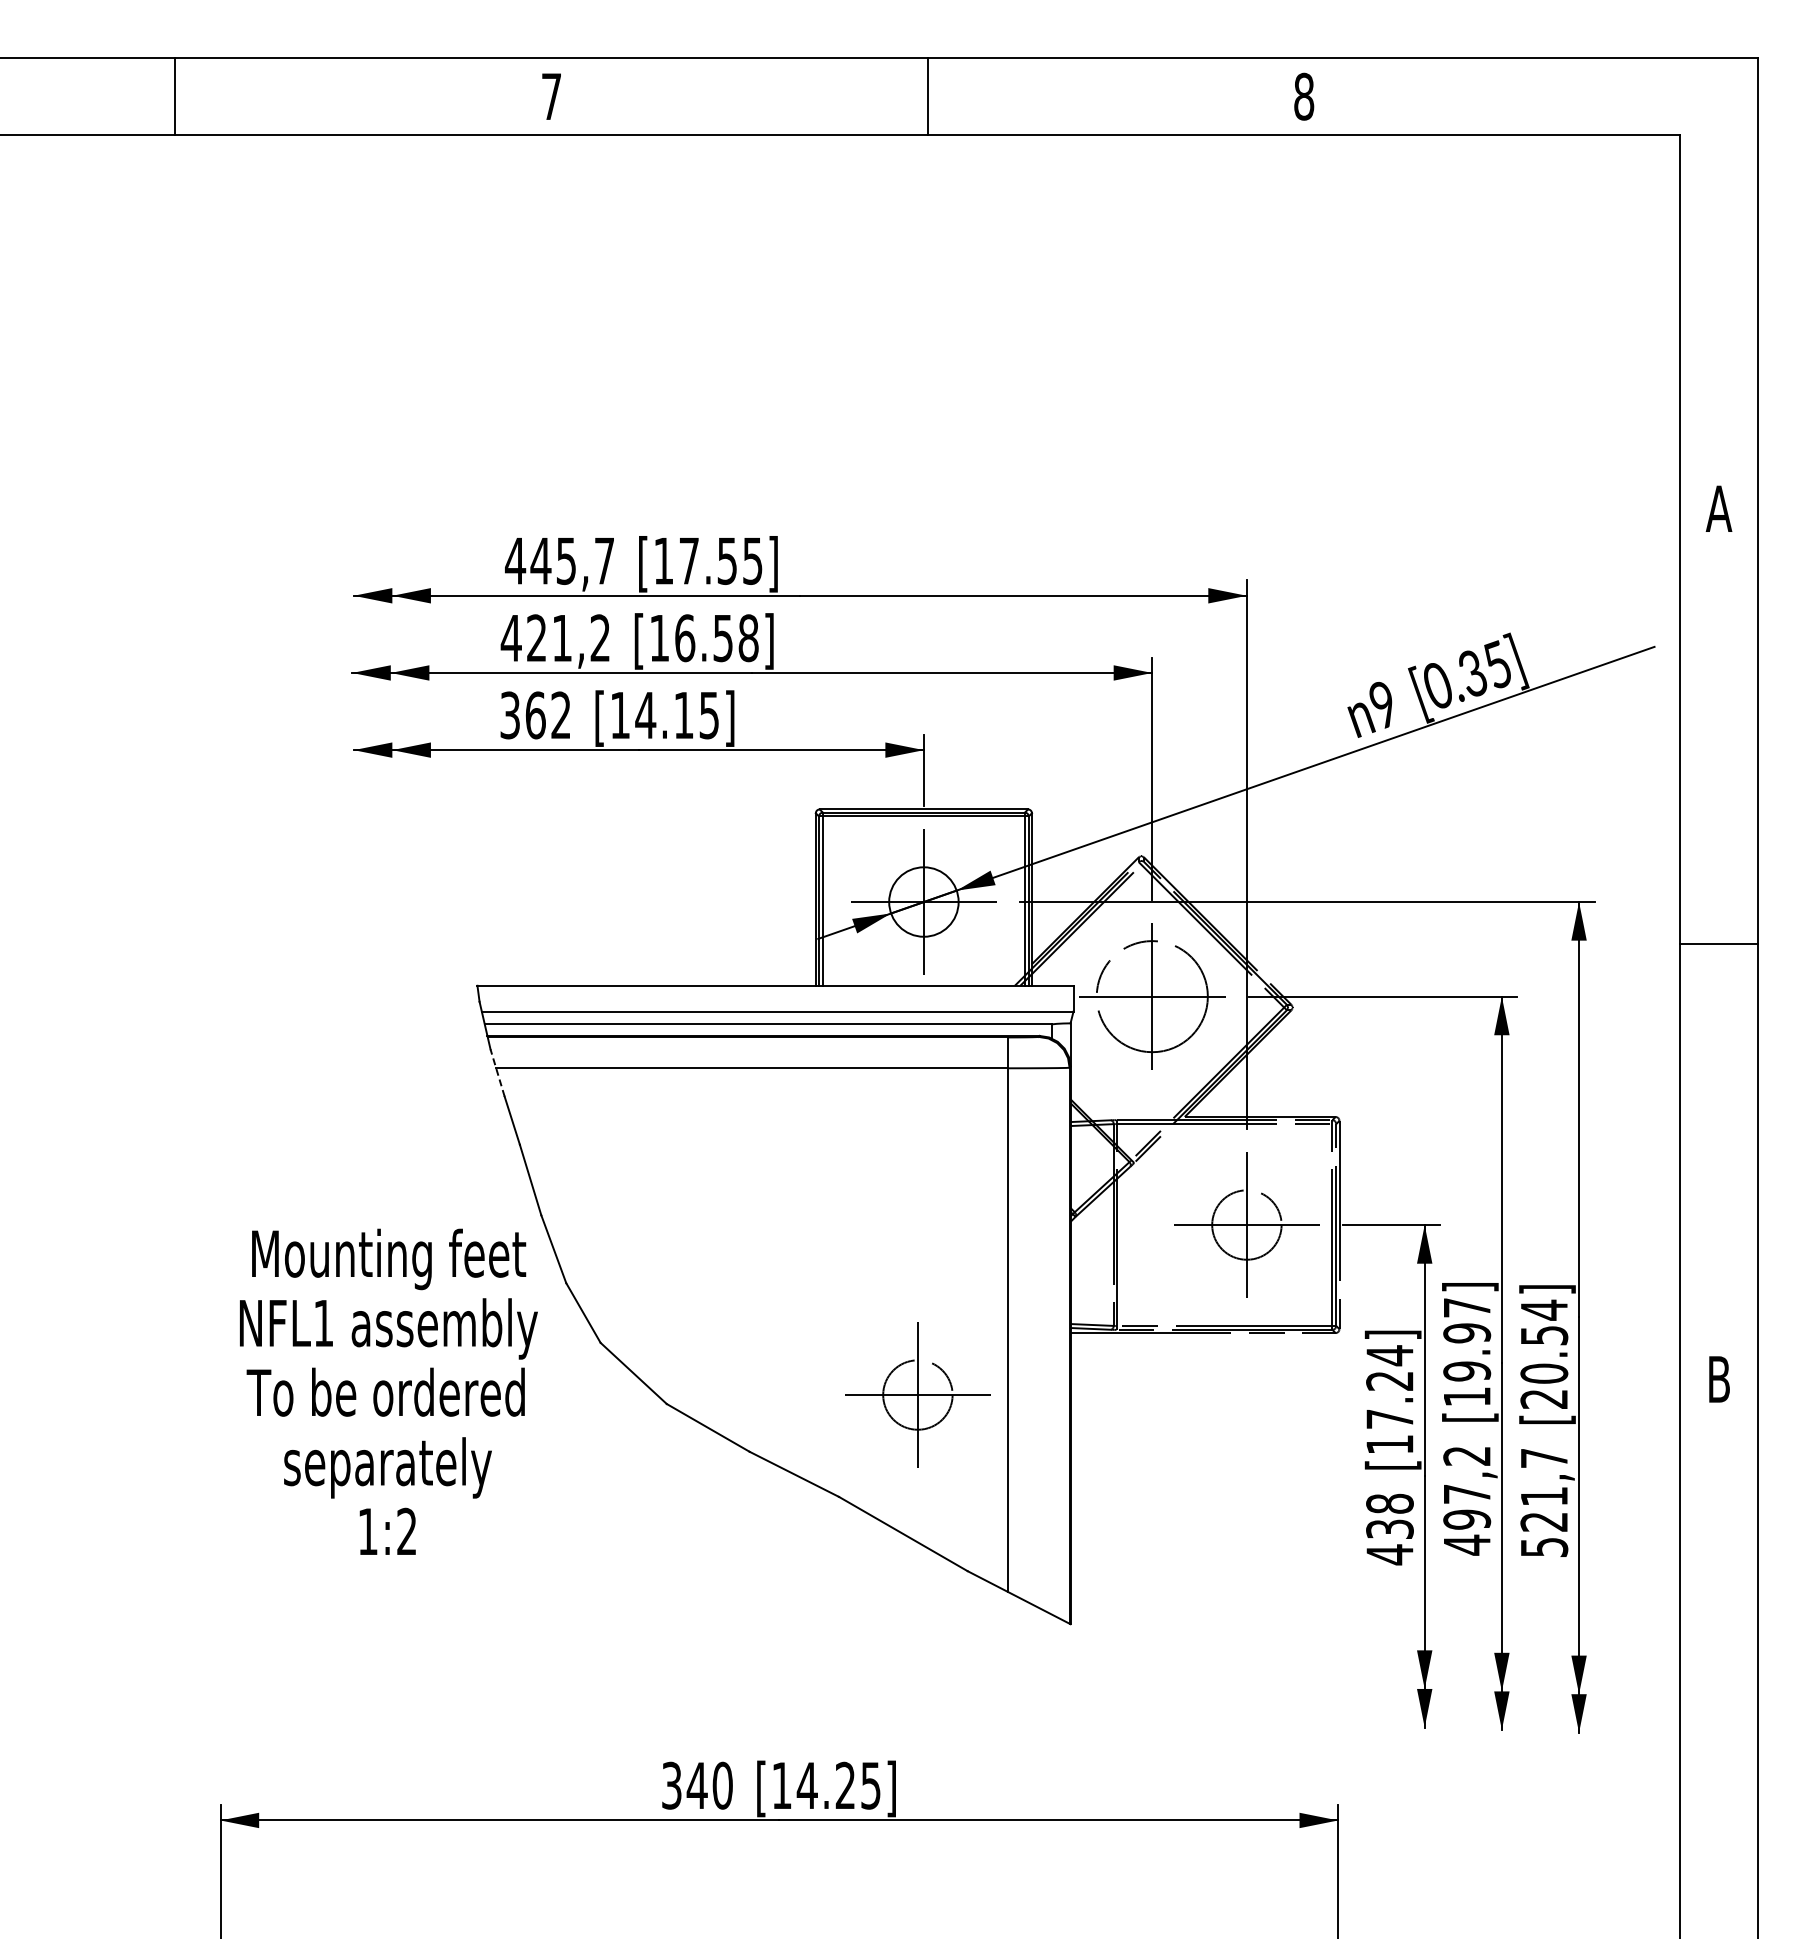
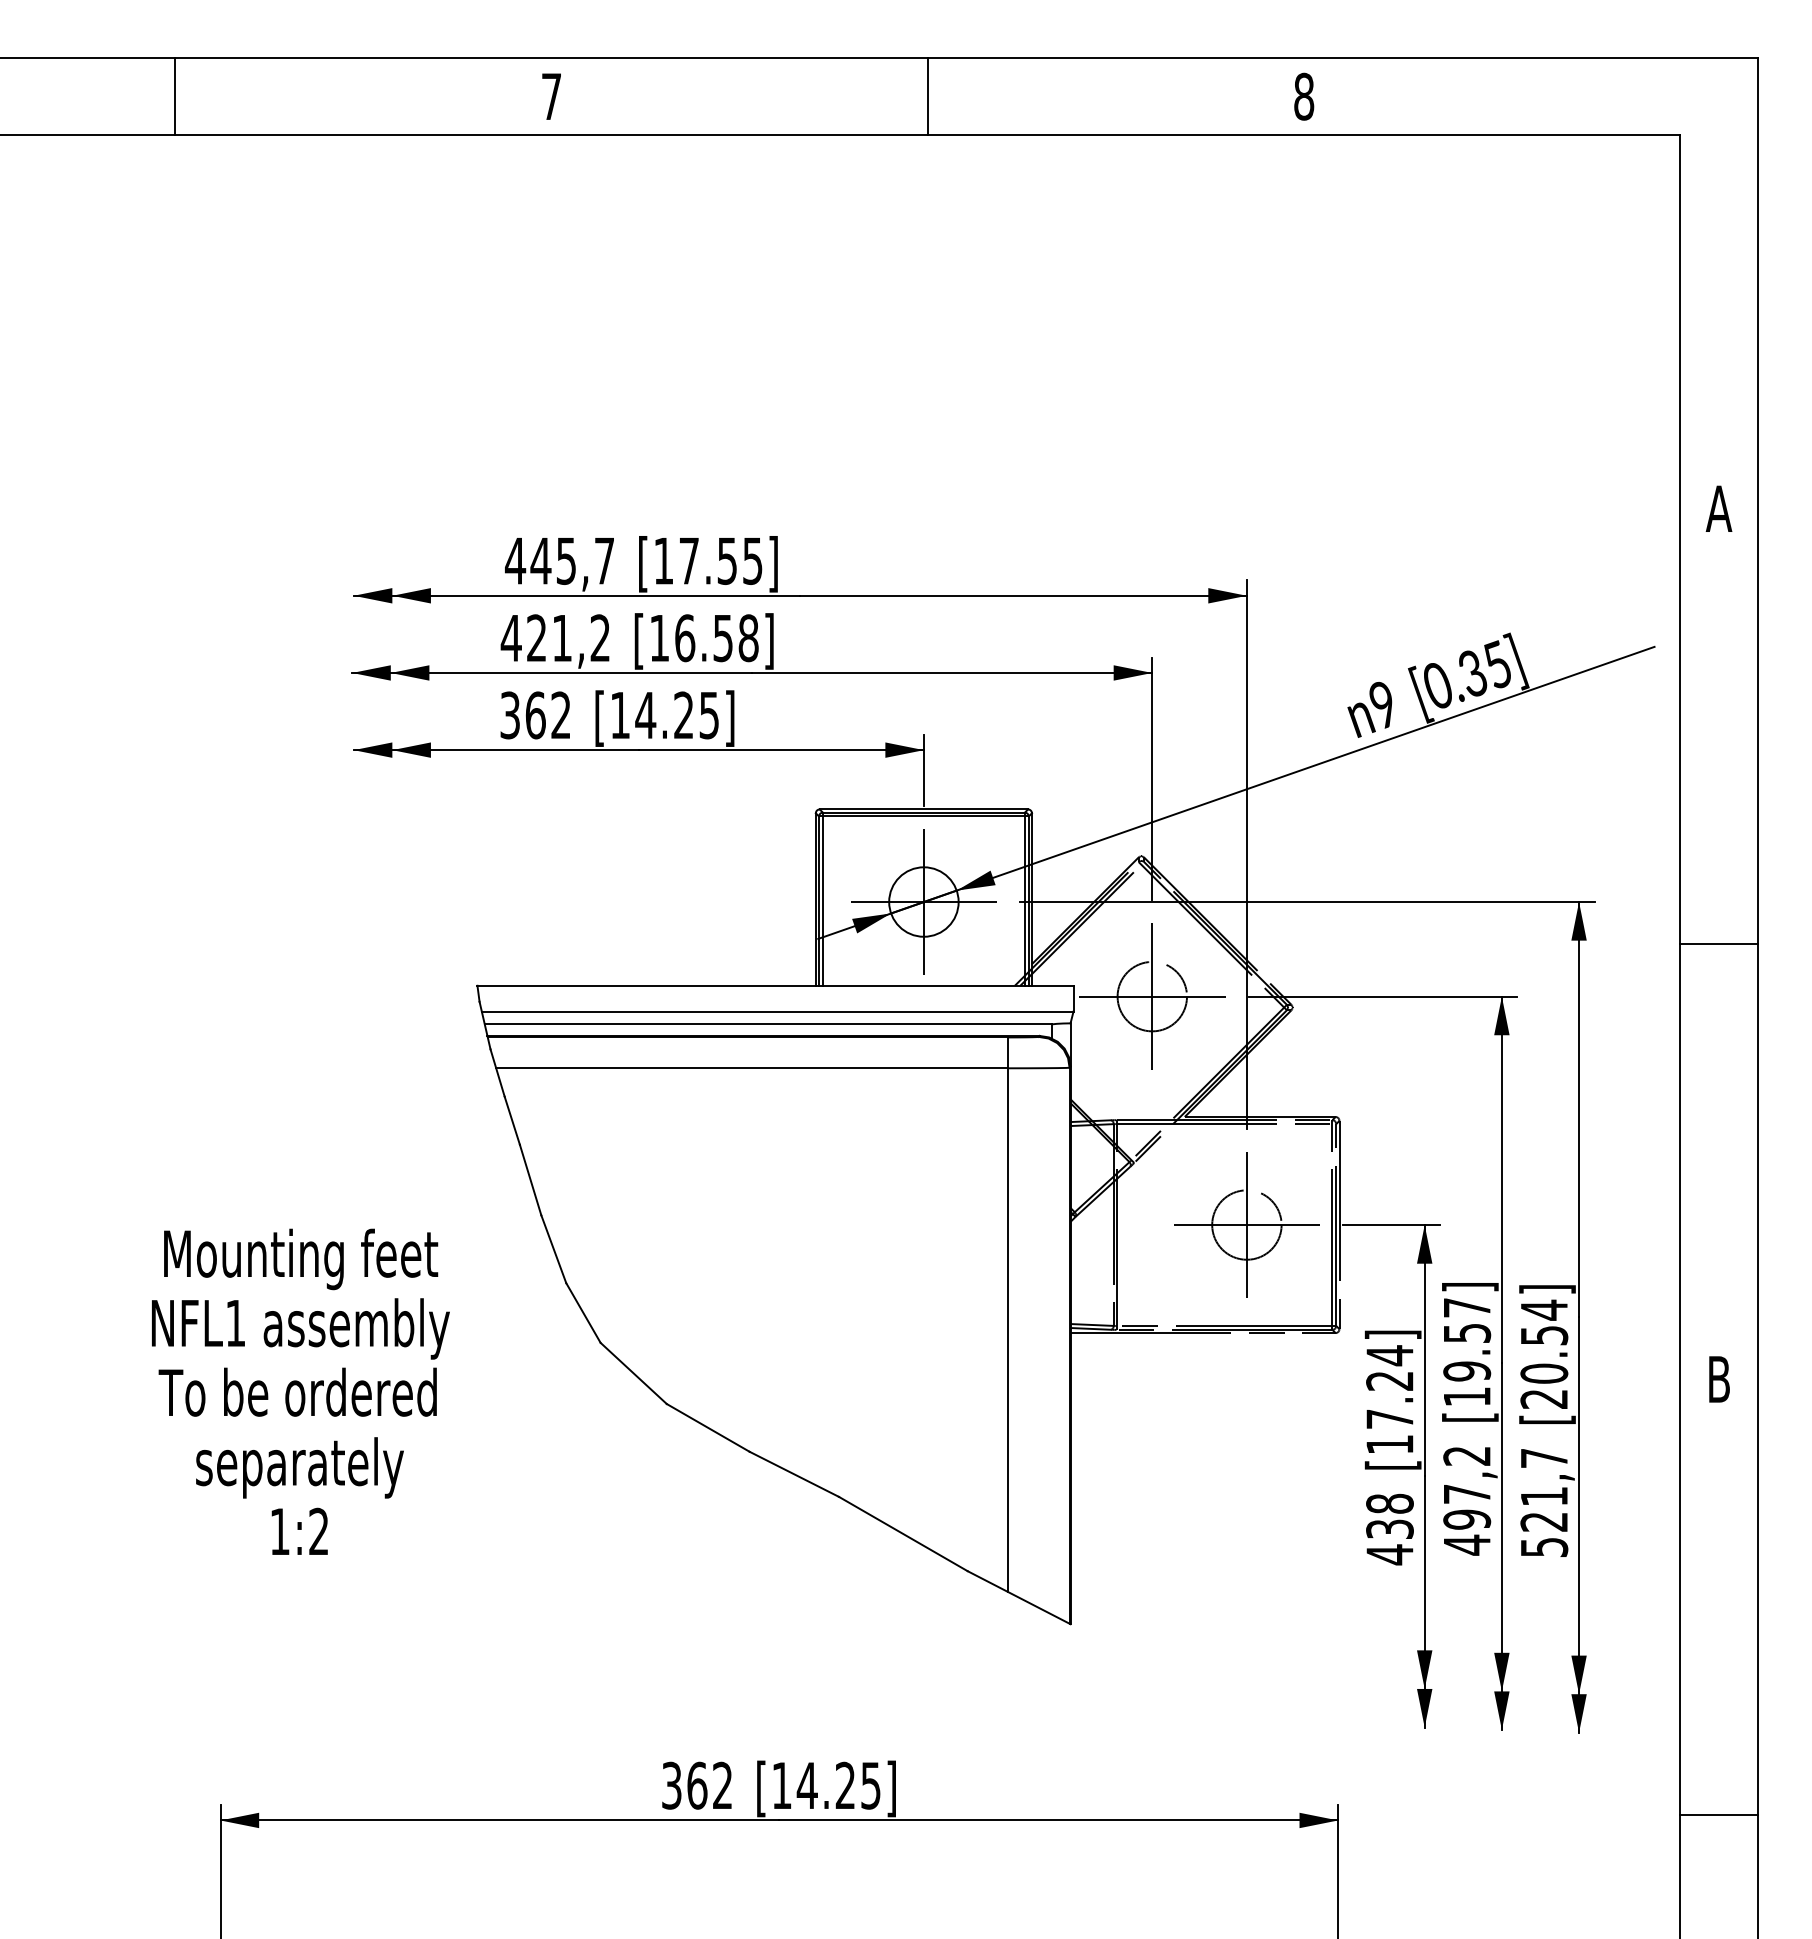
text at (683, 714): [14.15] -> [14.25]
circle at (1151, 996) diameter: 111 px -> 69 px
line at (497, 1073): dashed -> solid
text at (1466, 1333): [19.97] -> [19.57]
text at (388, 1391) position: (388, 1391) -> (300, 1391)
part at (917, 1394): present -> none
text at (709, 1785): 340 -> 362
line at (1718, 1814): none -> present
